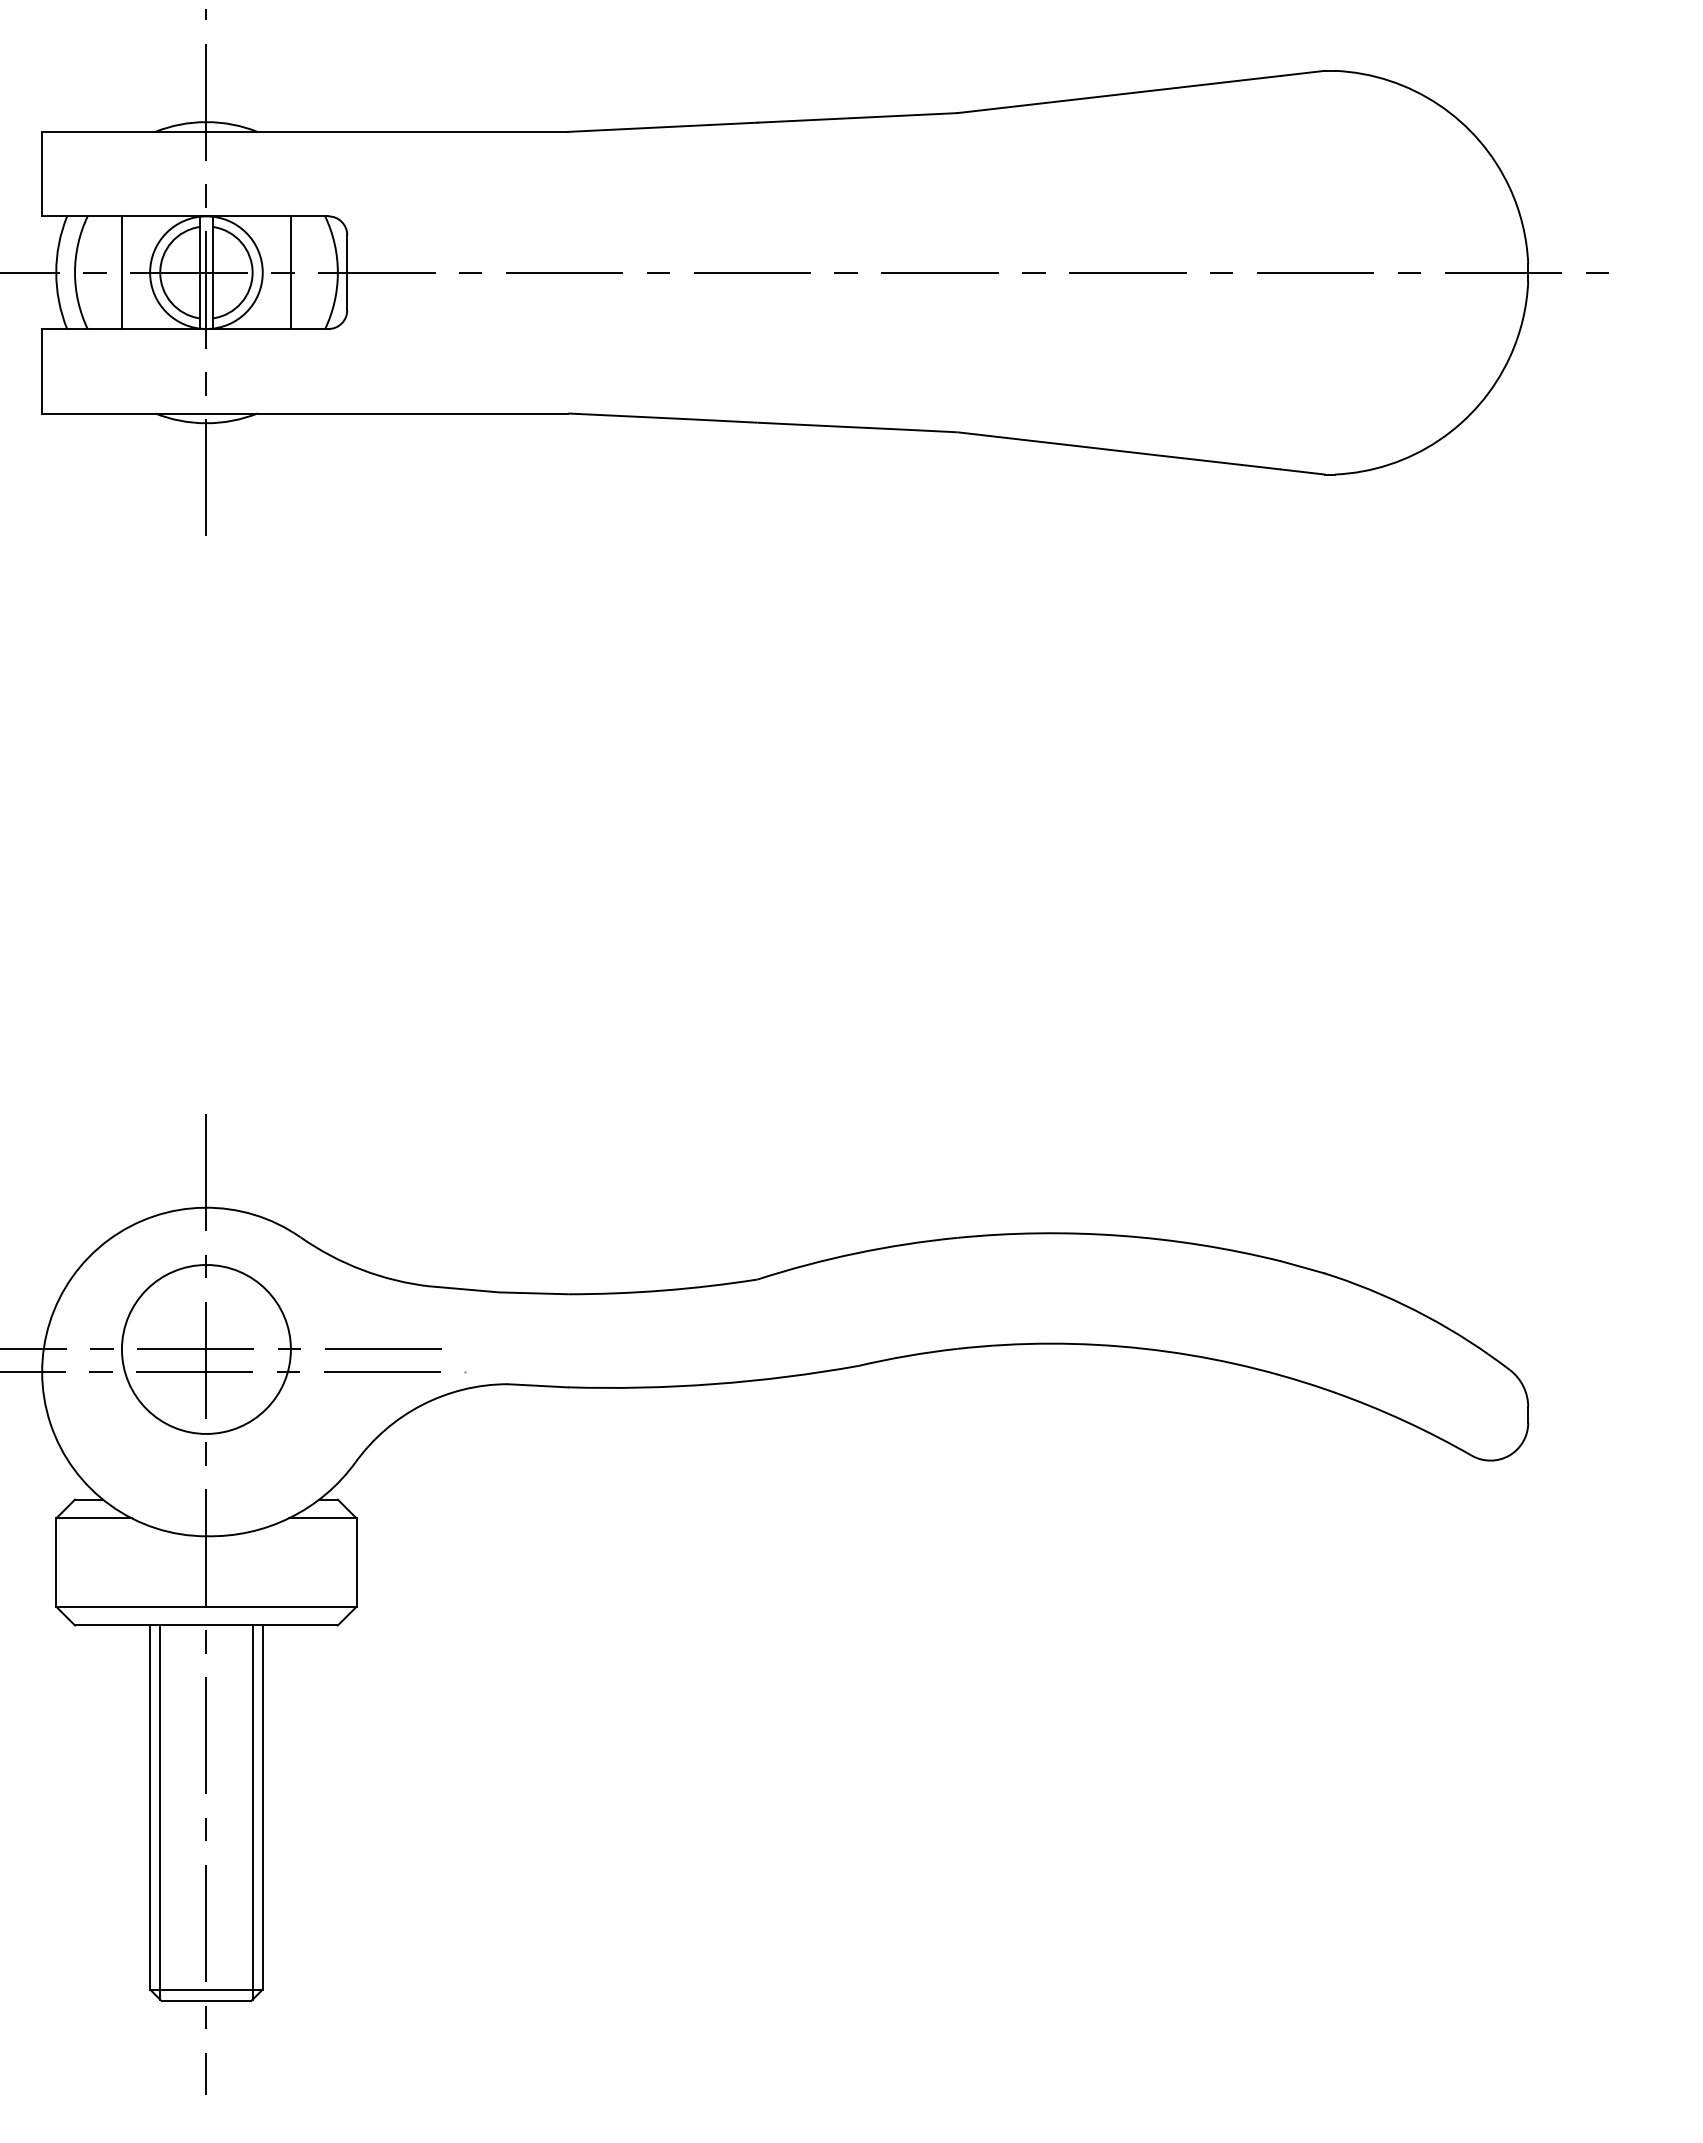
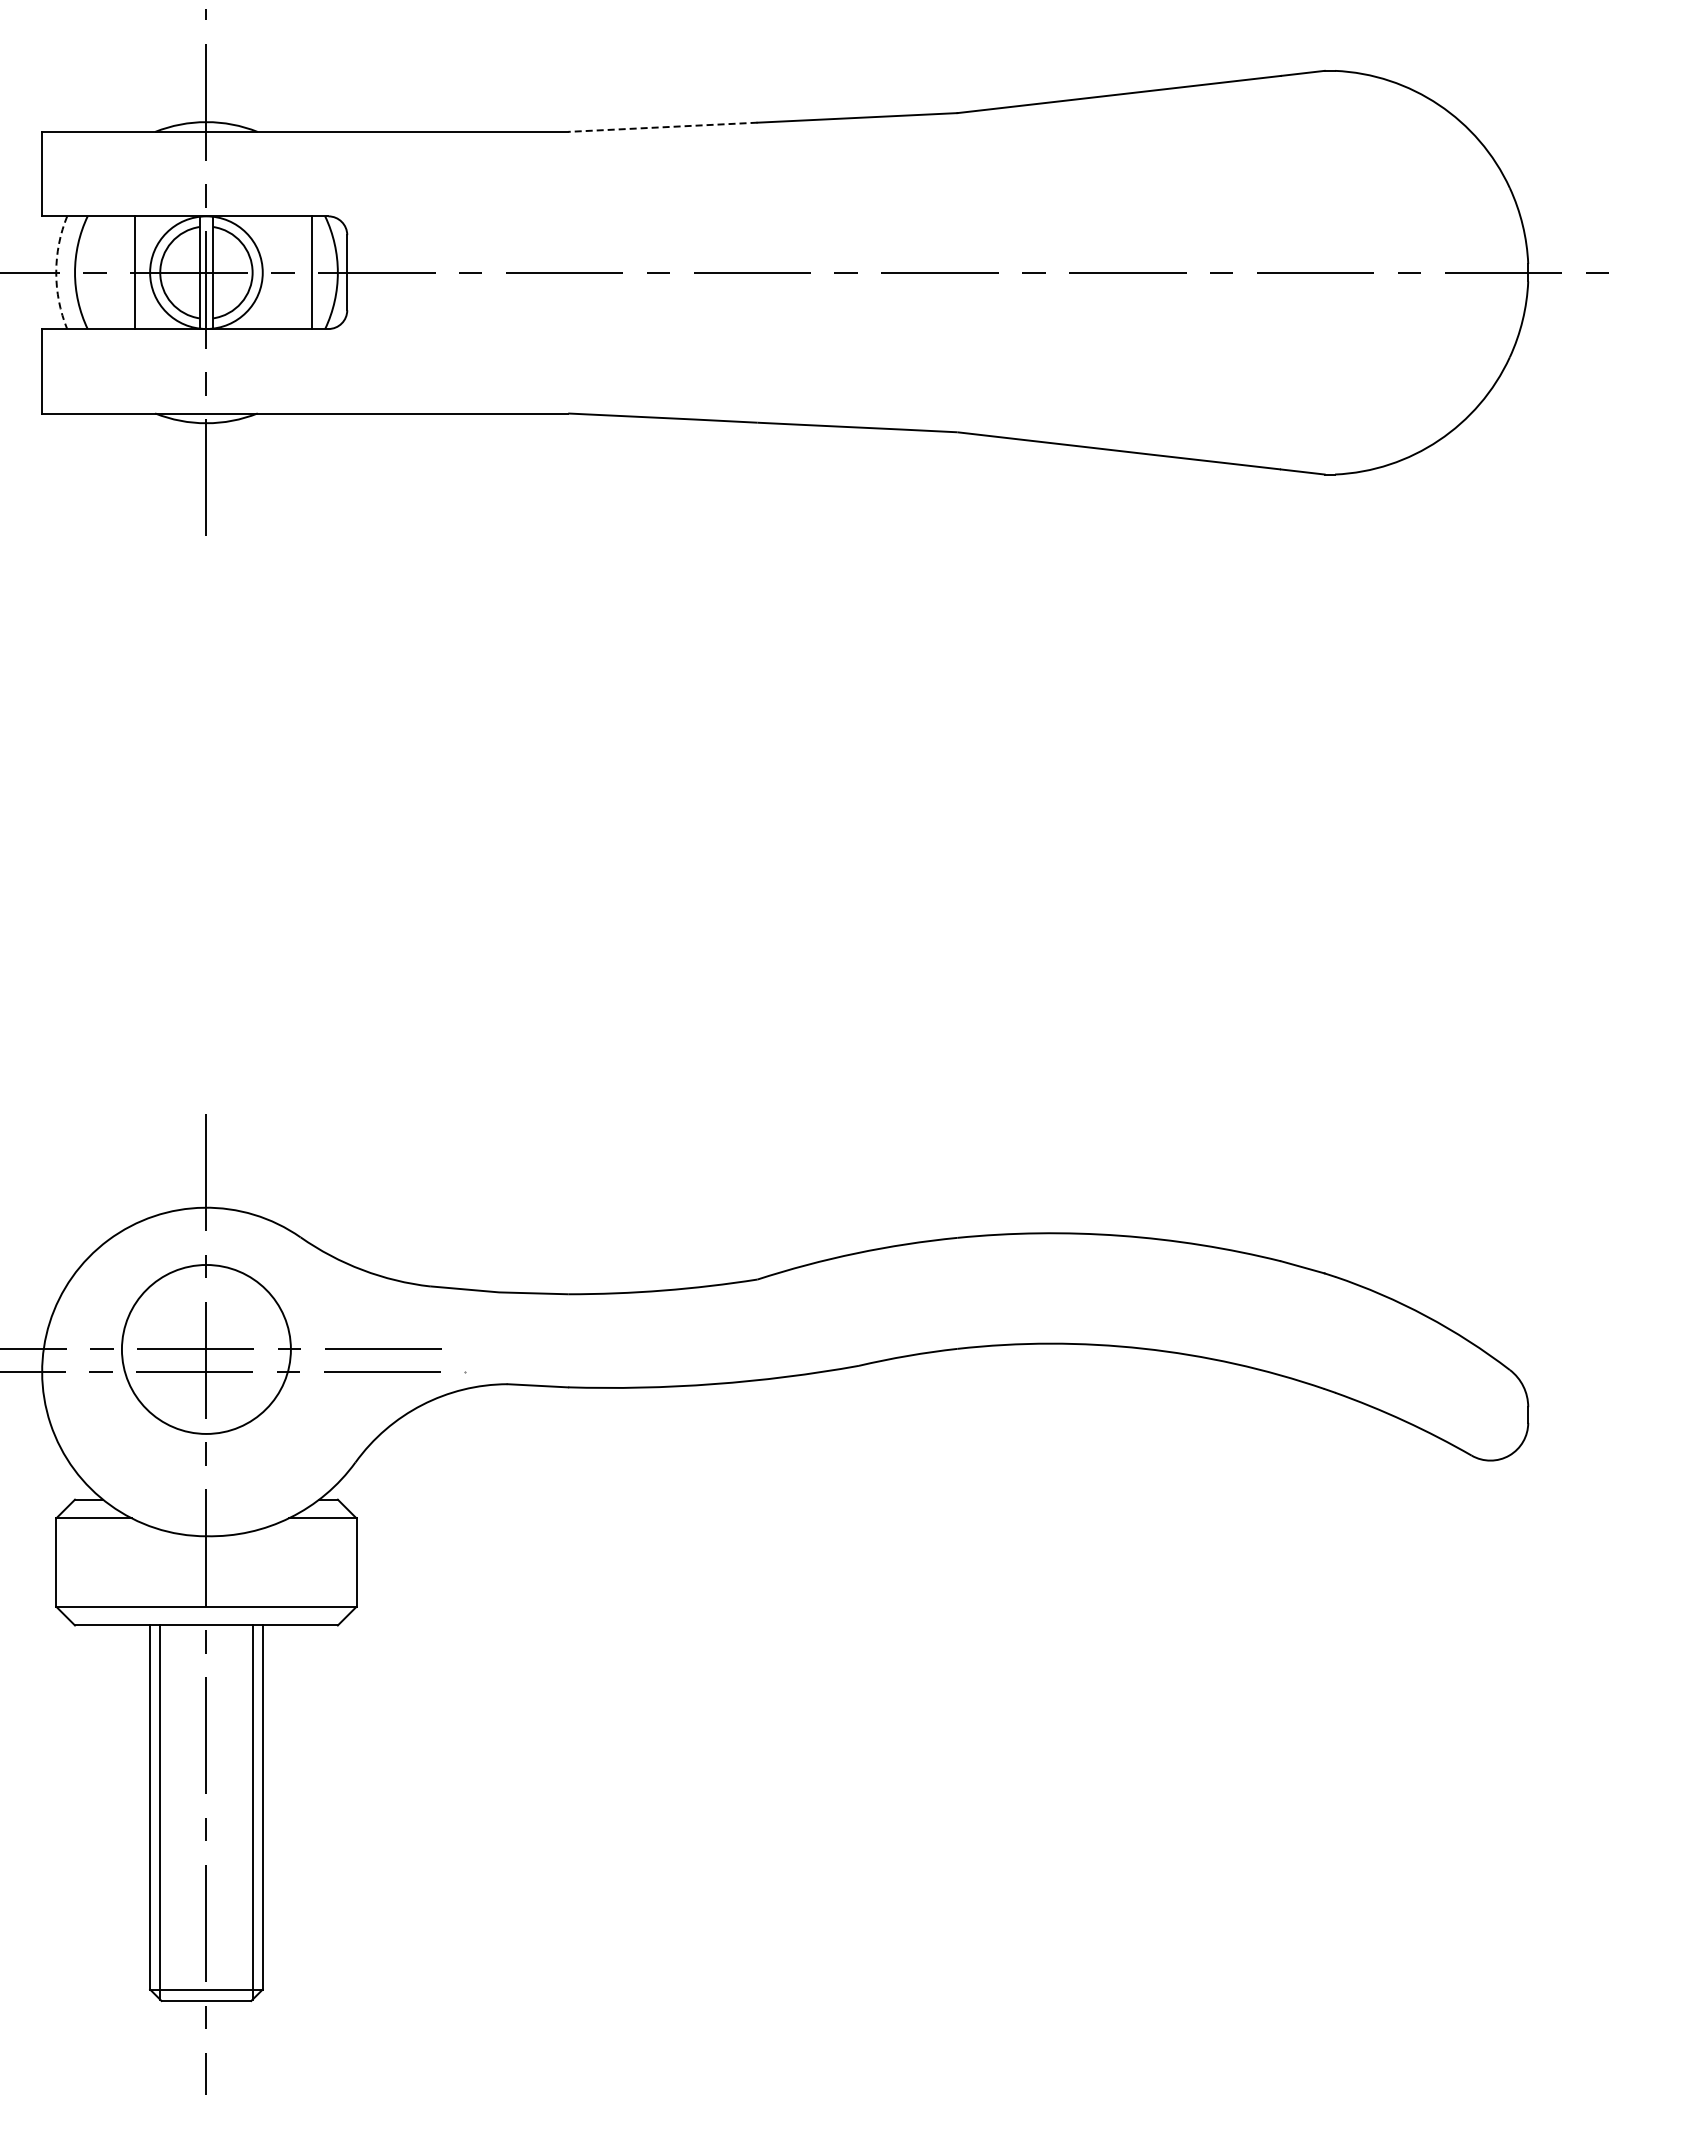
line at (662, 127): solid -> dashed
arc at (56, 272): solid -> dashed
line at (121, 272) position: (121, 272) -> (134, 272)
line at (290, 272) position: (290, 272) -> (311, 272)
